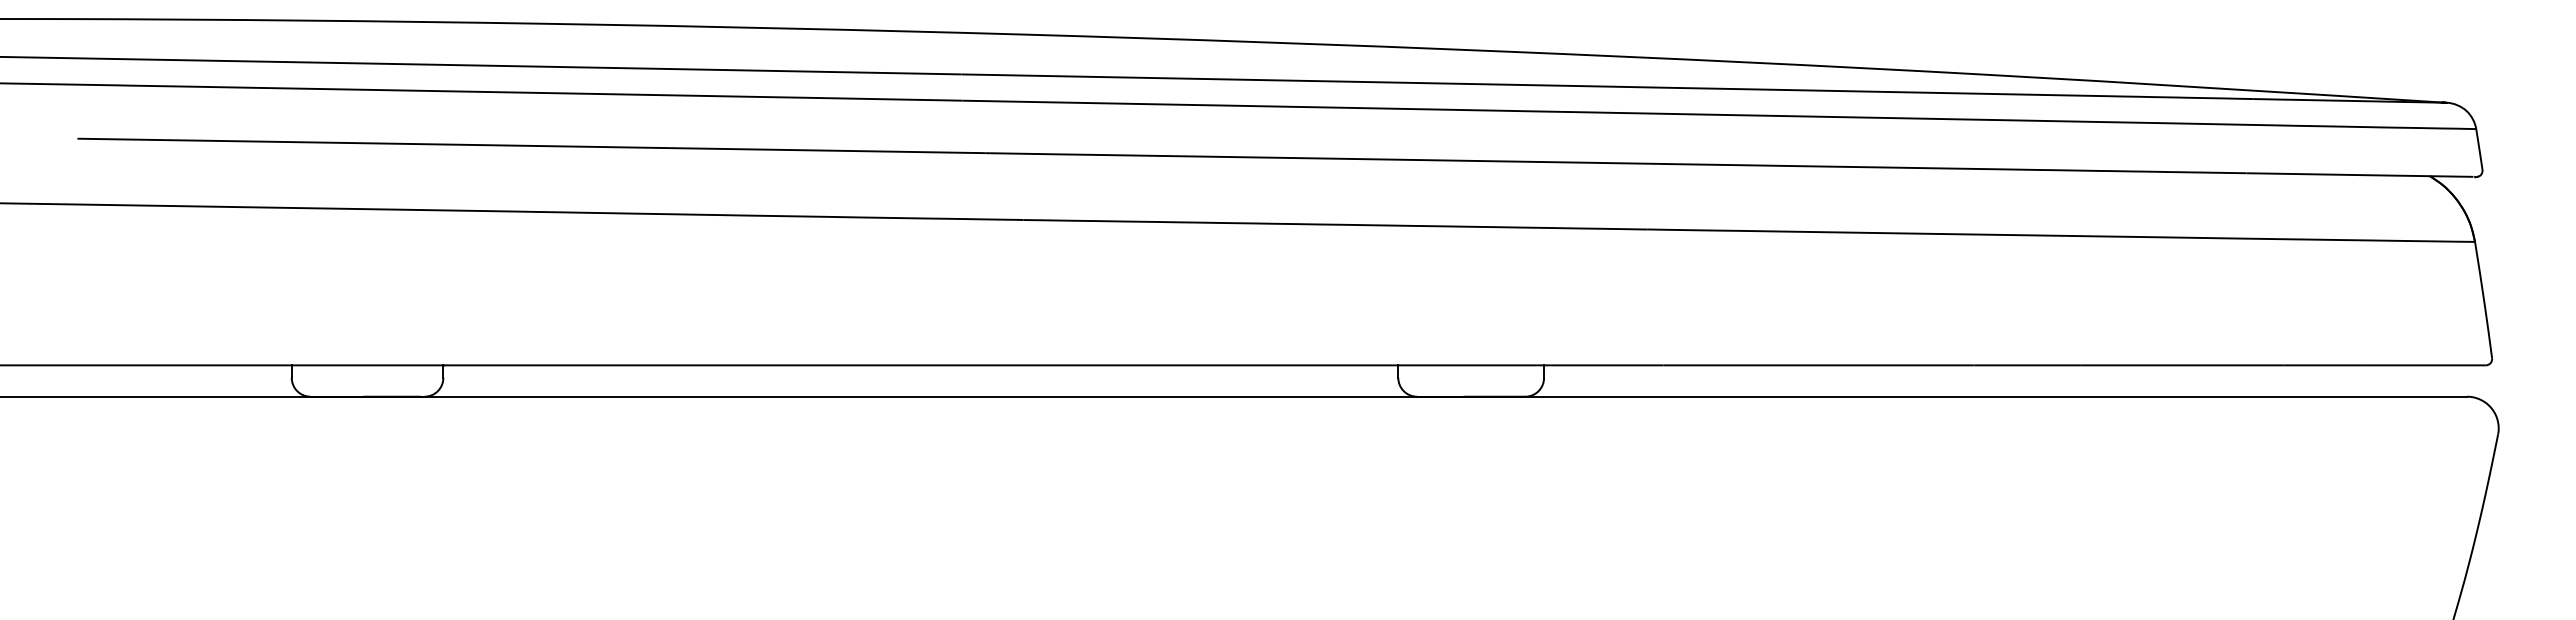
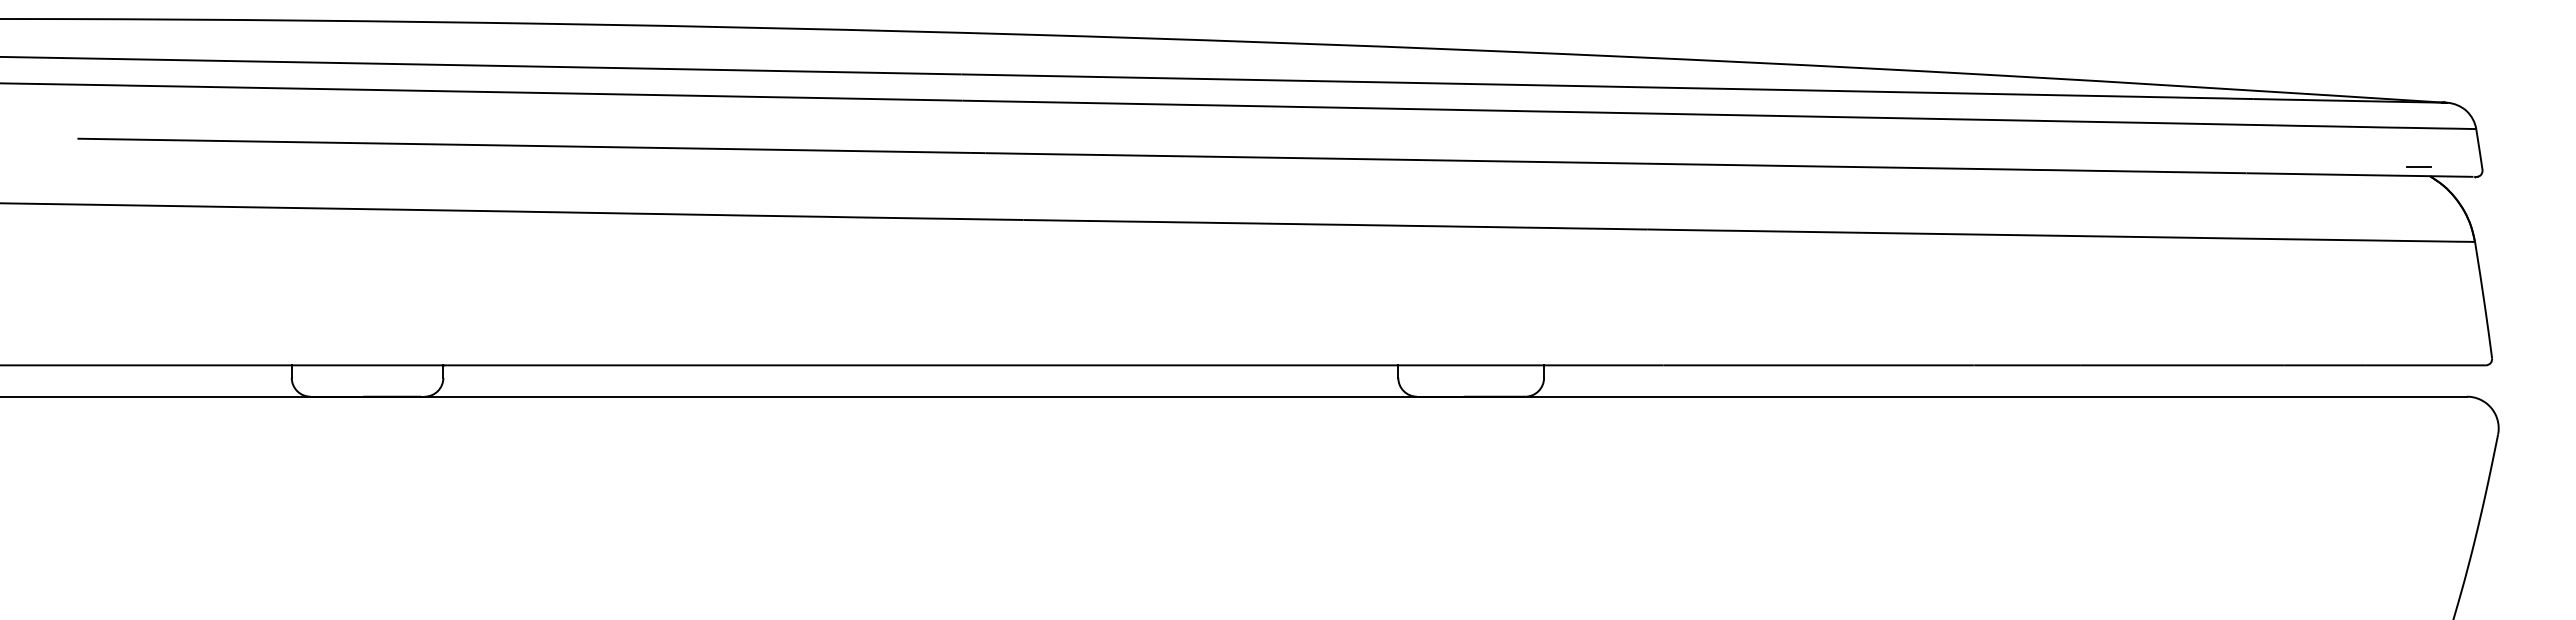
line at (2419, 167): none -> present
